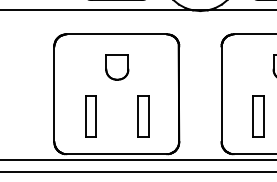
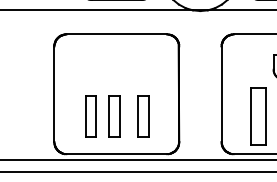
part at (117, 67): present -> none
part at (114, 116): none -> present
part at (258, 116) size: 13x43 px -> 17x59 px
